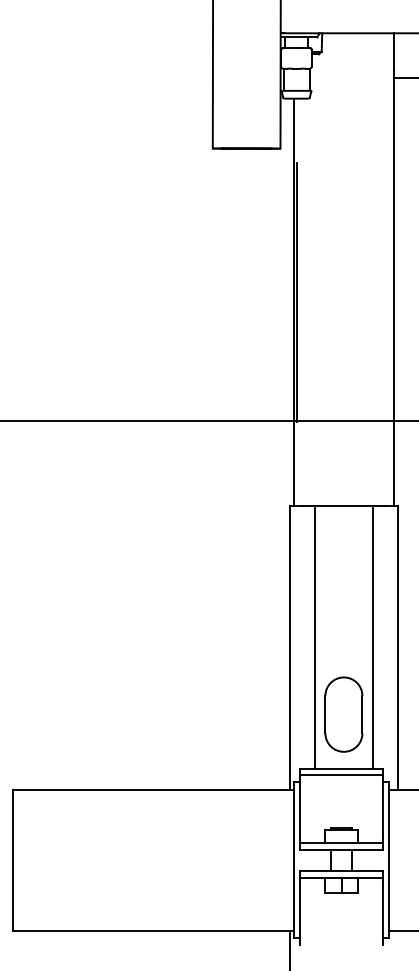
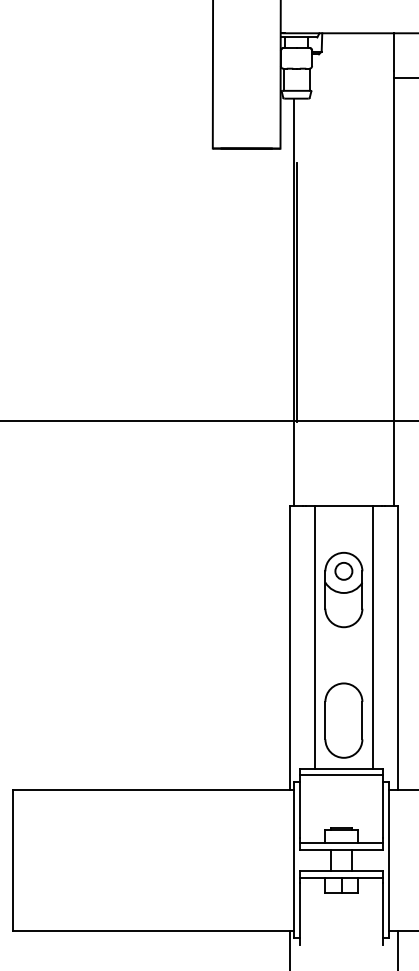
part at (343, 589): none -> present
part at (343, 714) position: (343, 714) -> (343, 720)
line at (397, 948): none -> present
